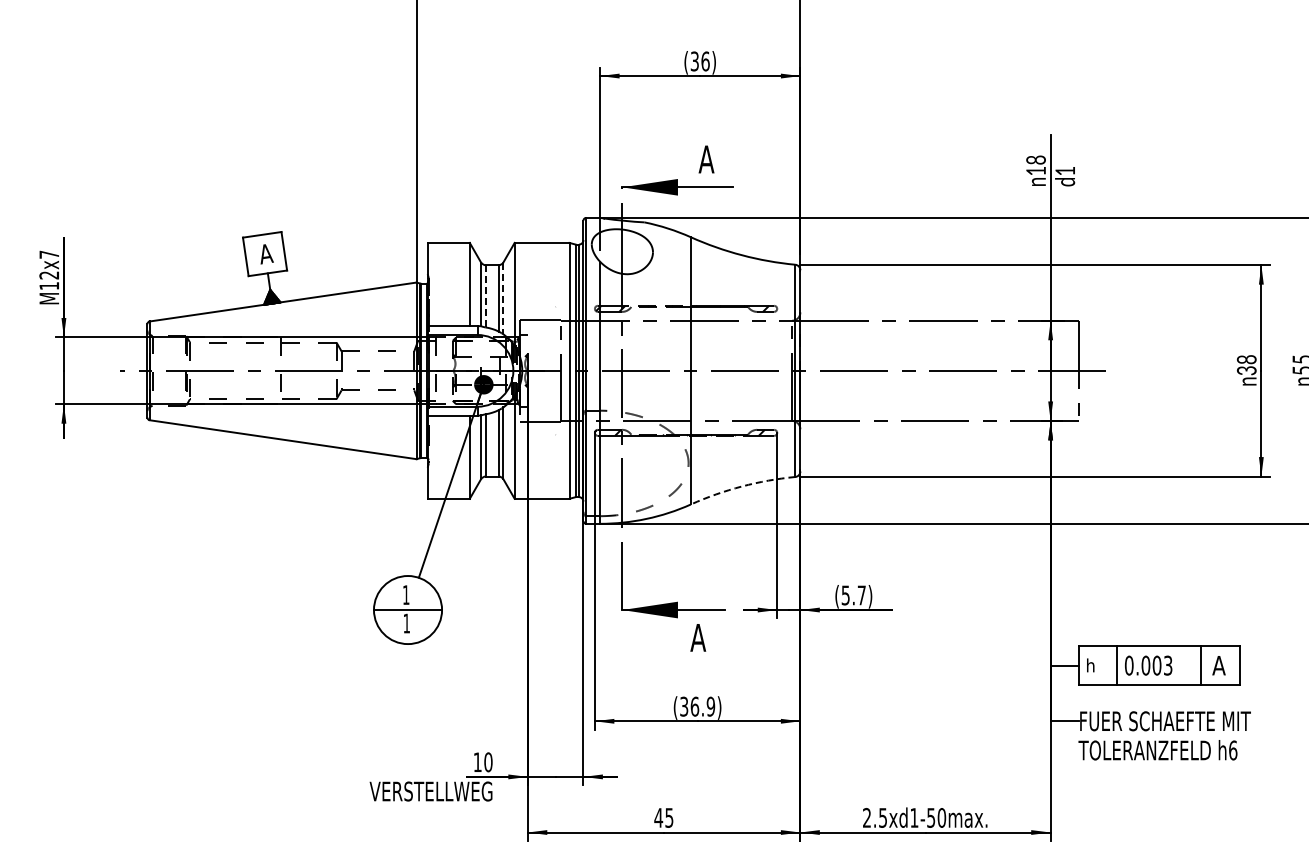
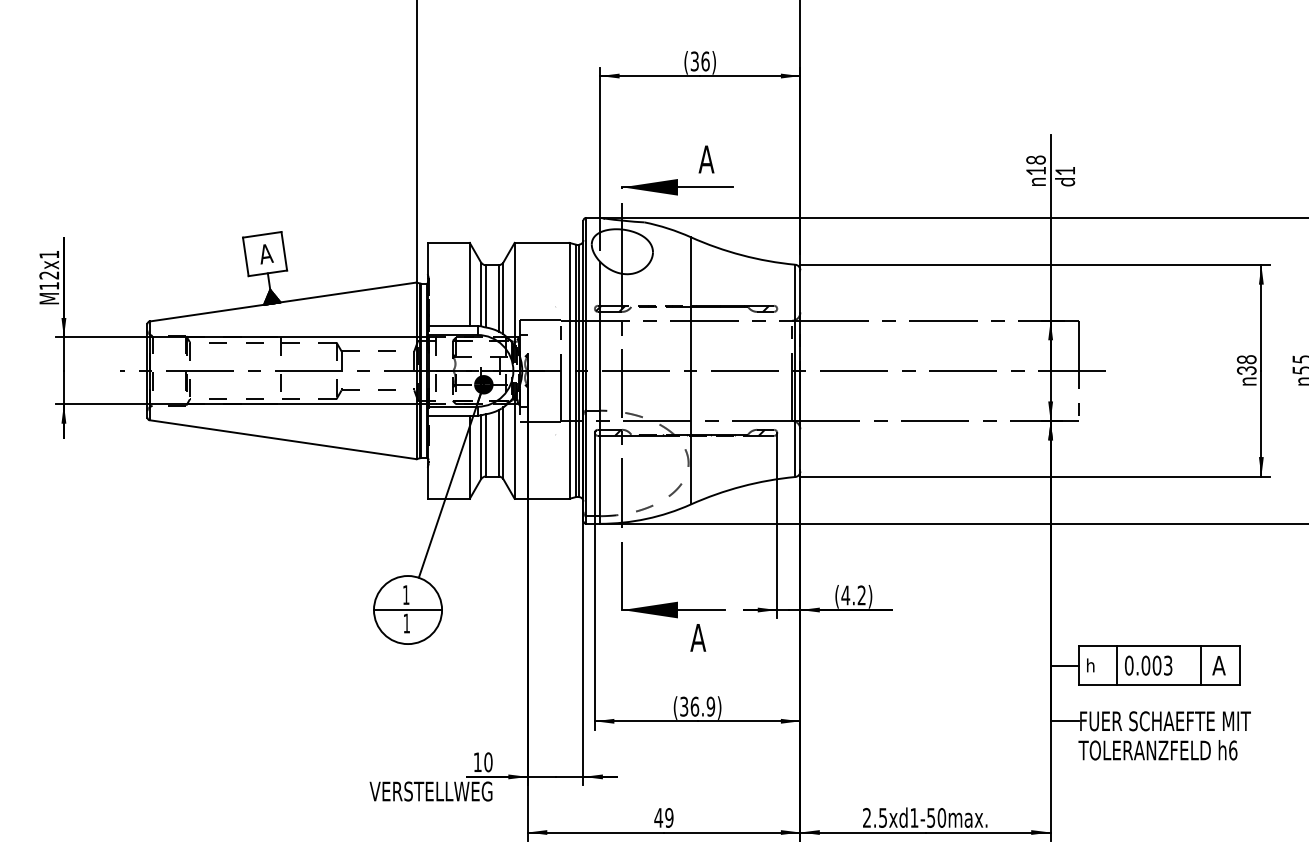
text at (48, 254): M12x7 -> M12x1
line at (485, 295): dashed -> solid
line at (503, 298): dashed -> solid
arc at (741, 486): dashed -> solid
text at (853, 595): (5.7) -> (4.2)
text at (669, 817): 45 -> 49
